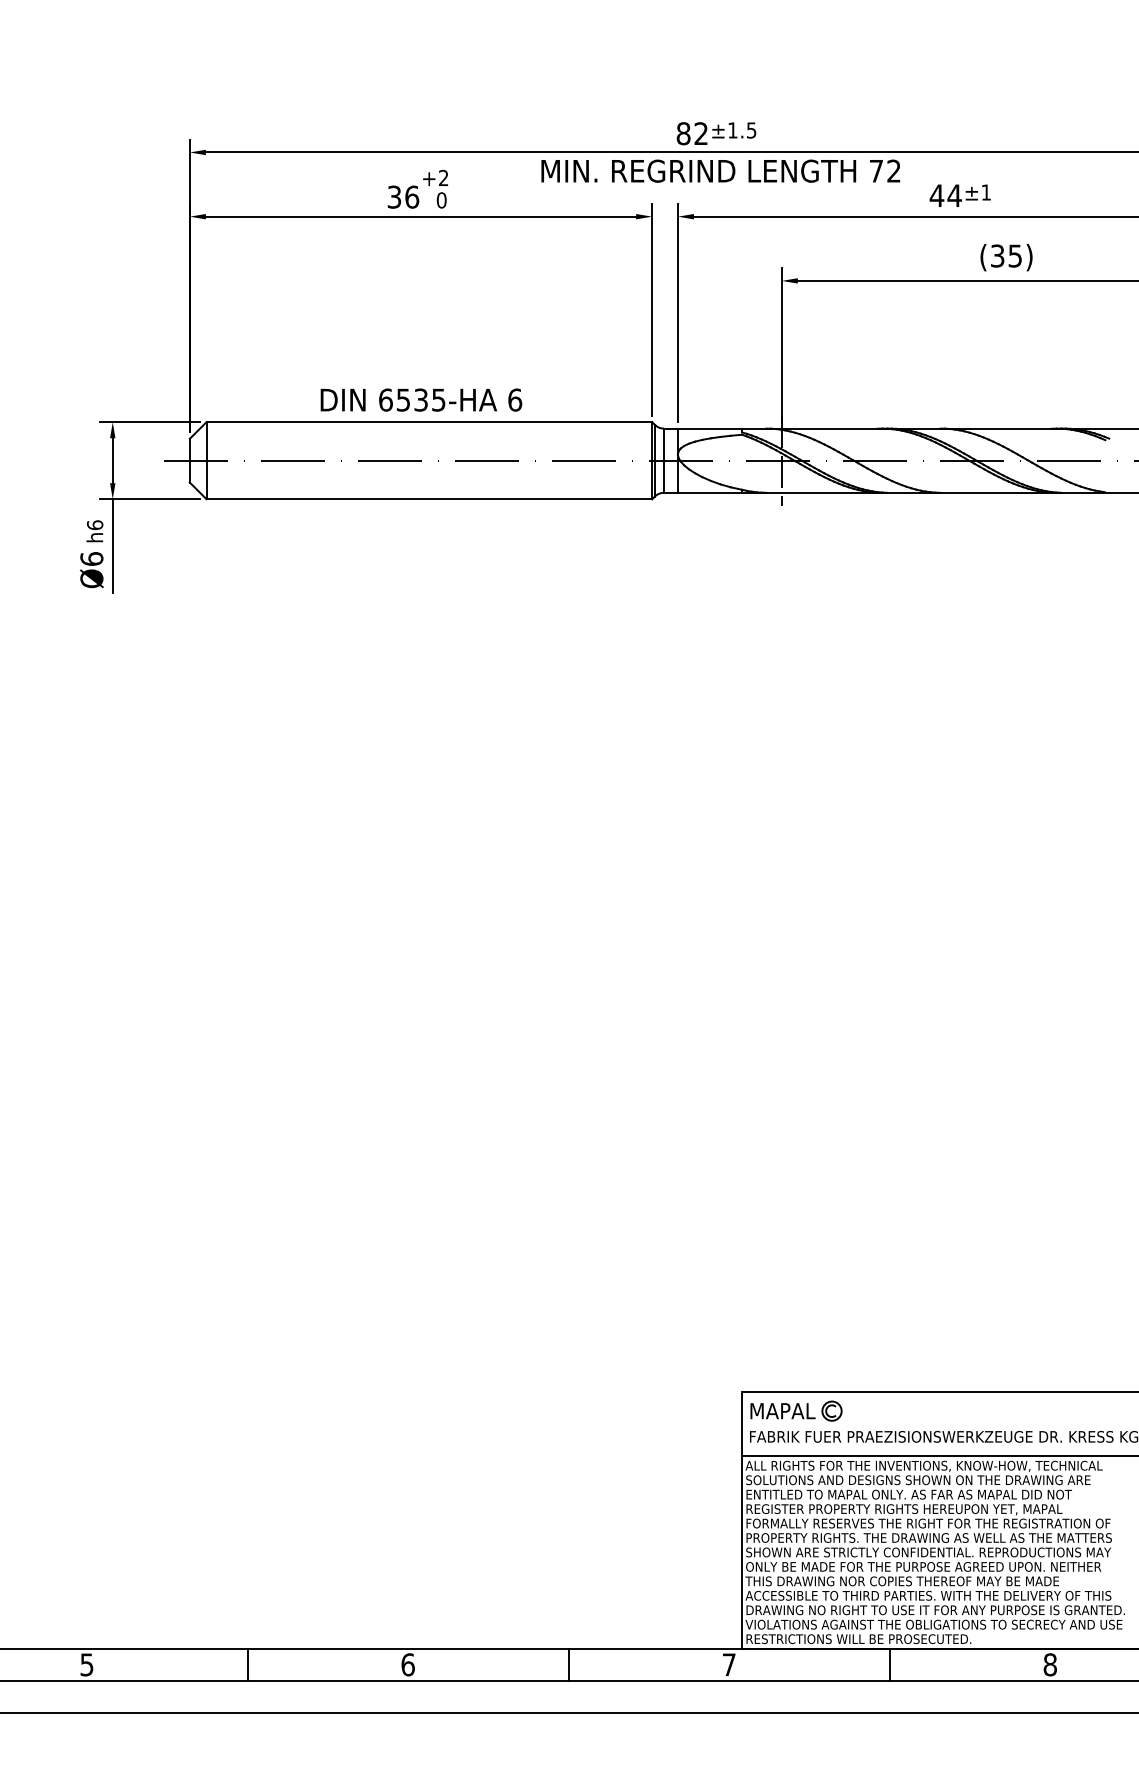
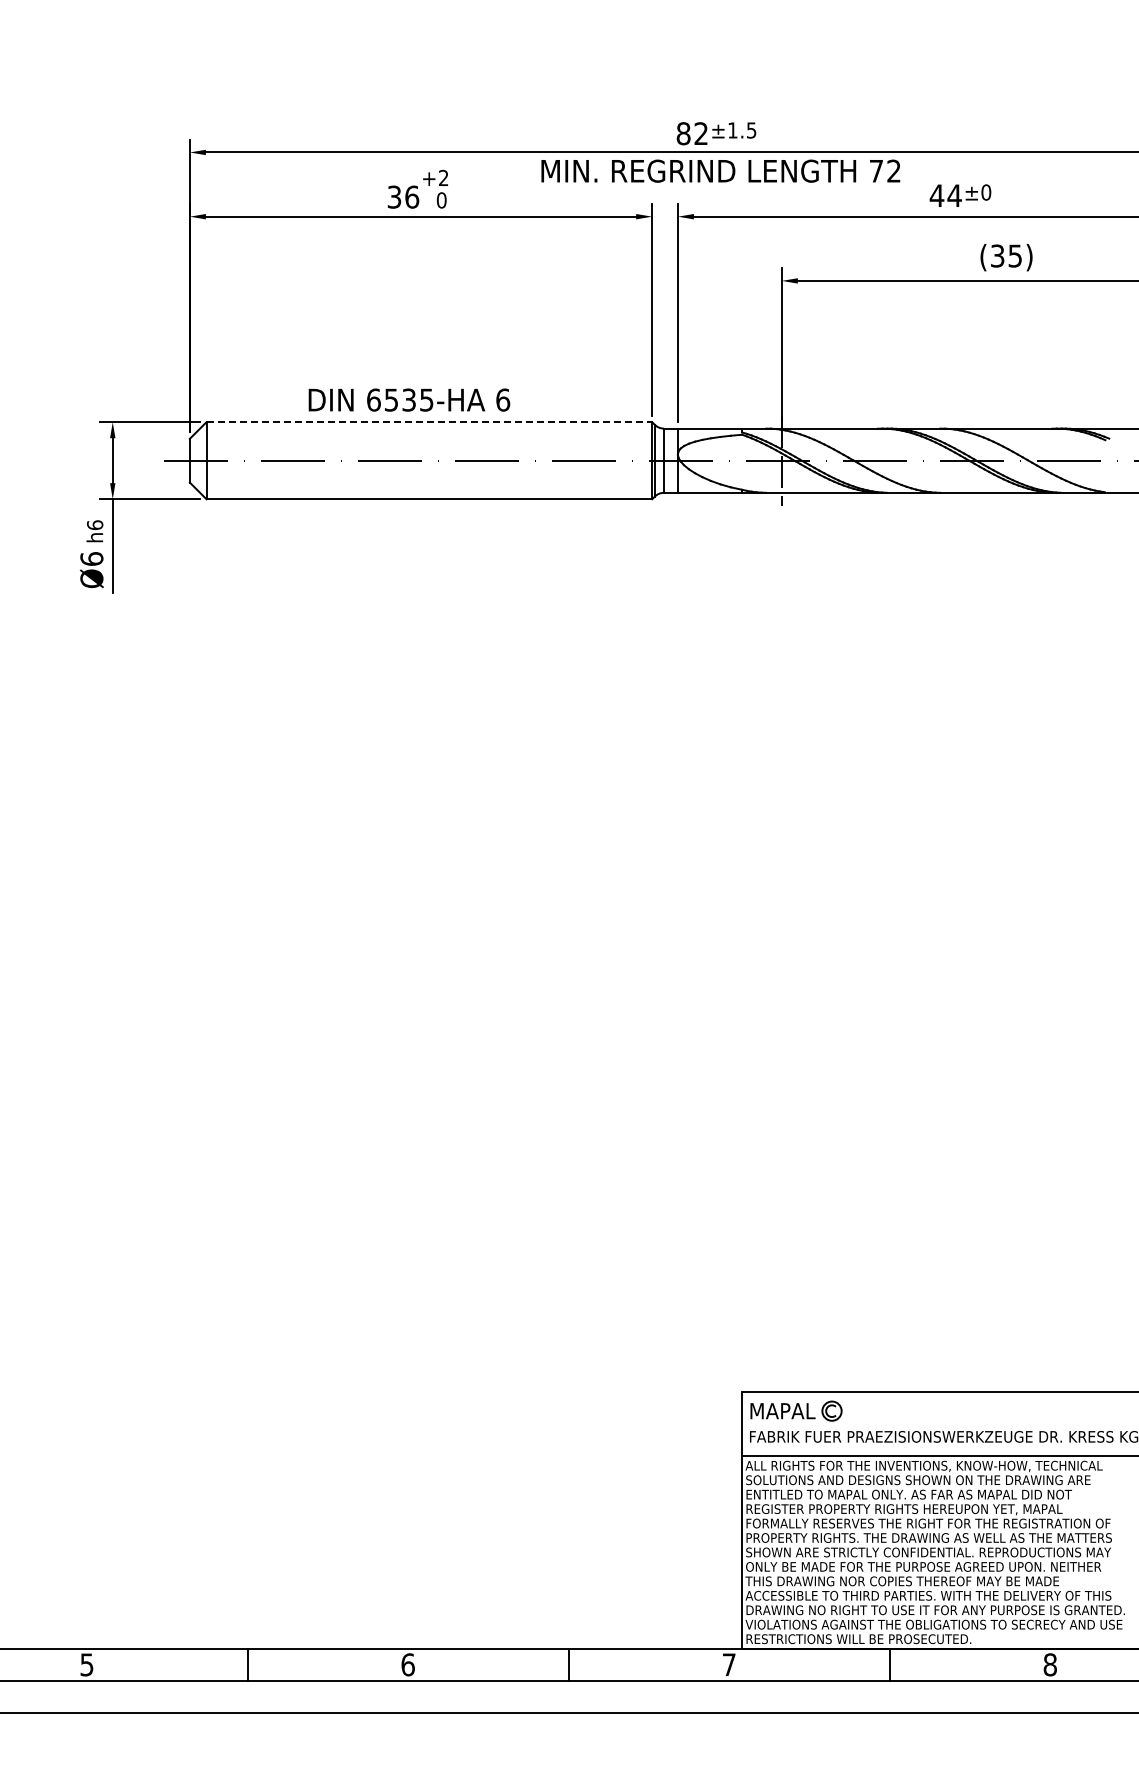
text at (986, 192): ±1 -> ±0
text at (421, 399) position: (421, 399) -> (409, 399)
line at (429, 422): solid -> dashed
